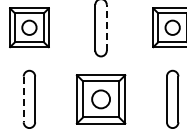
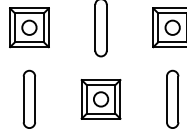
line at (106, 27): dashed -> solid
line at (23, 99): dashed -> solid
part at (100, 99) size: 52x51 px -> 42x41 px
